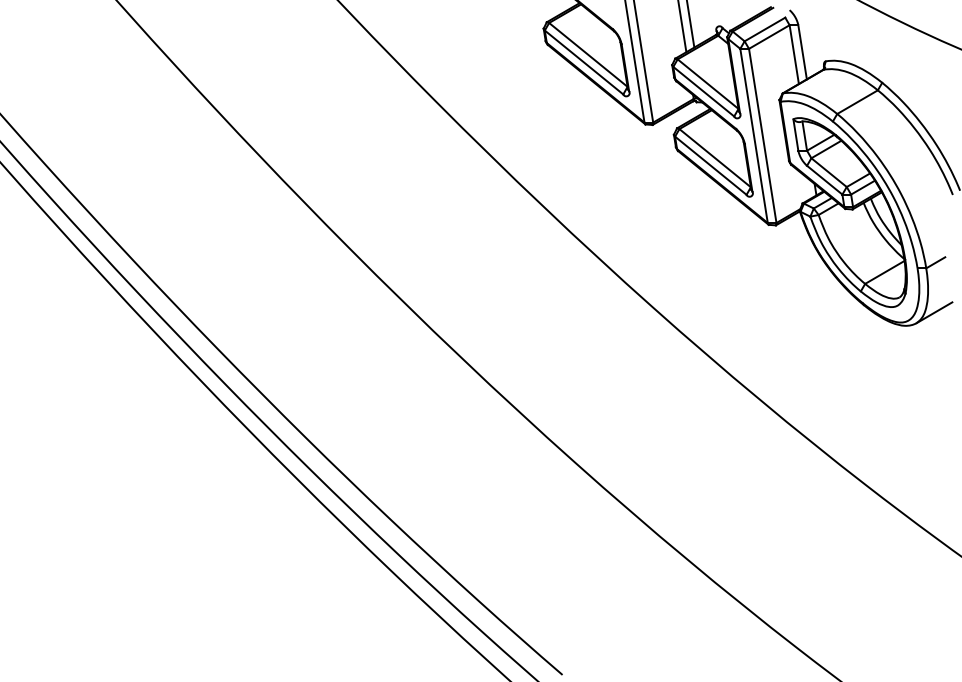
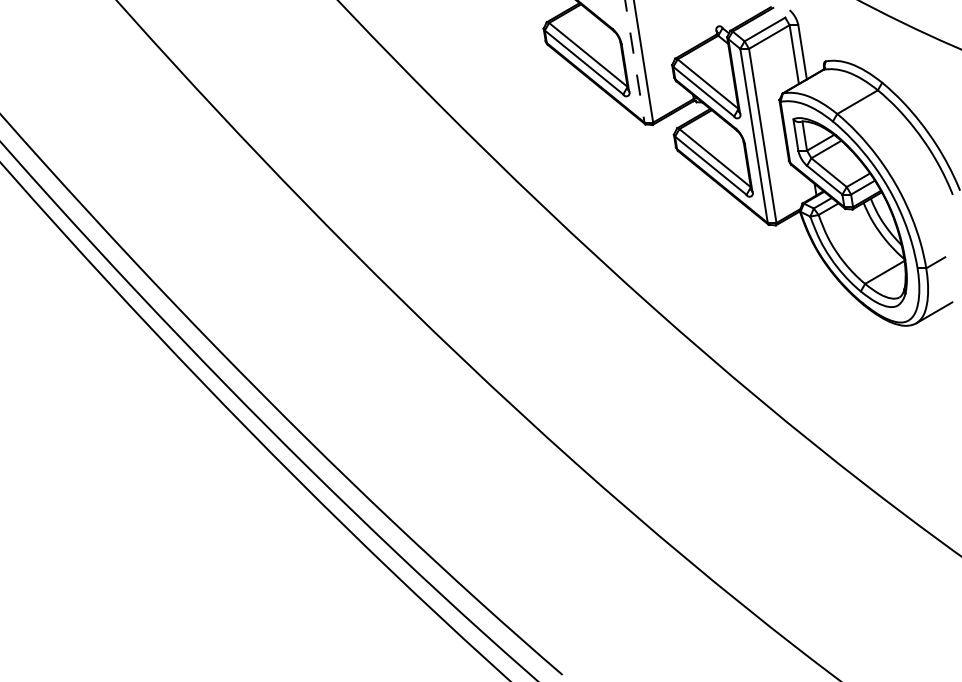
line at (690, 24): present -> none
line at (682, 27): present -> none
line at (634, 61): solid -> dashed
